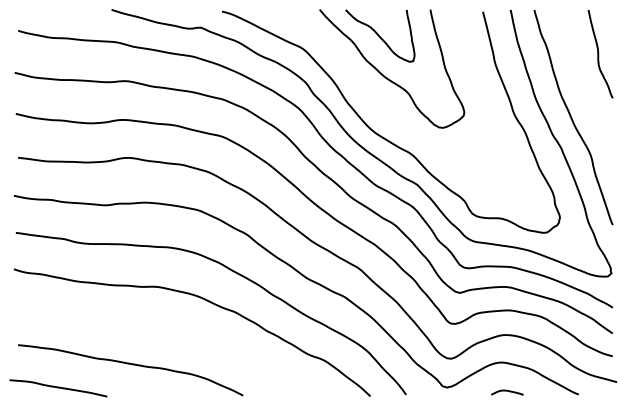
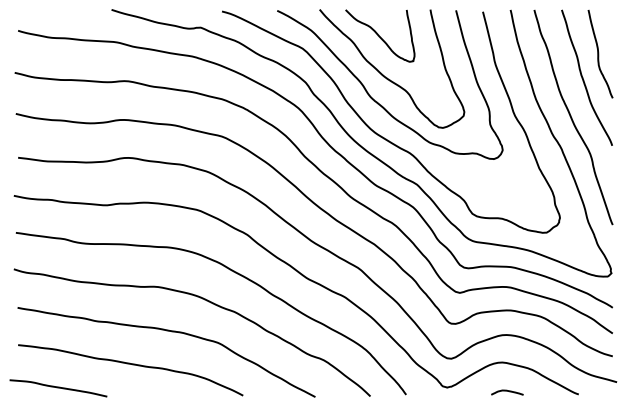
curve at (583, 77): none -> present
curve at (377, 101): none -> present
curve at (171, 332): none -> present
